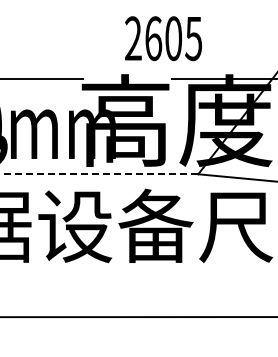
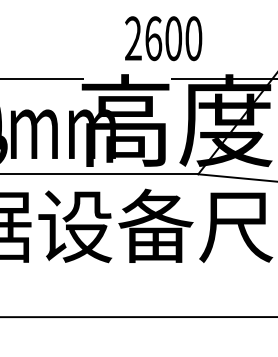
text at (193, 38): 2605 -> 2600
line at (99, 174): dashed -> solid
